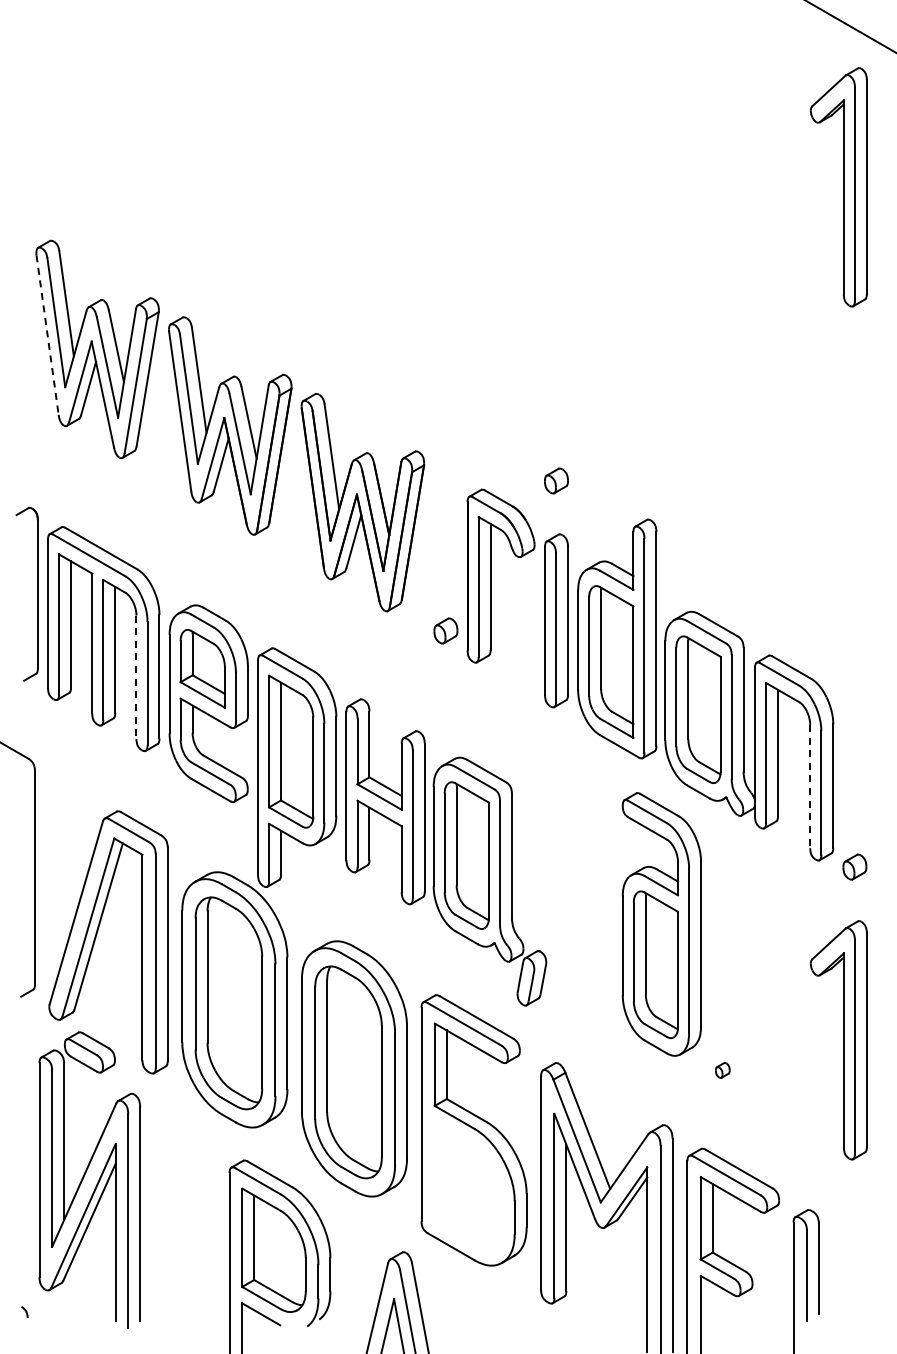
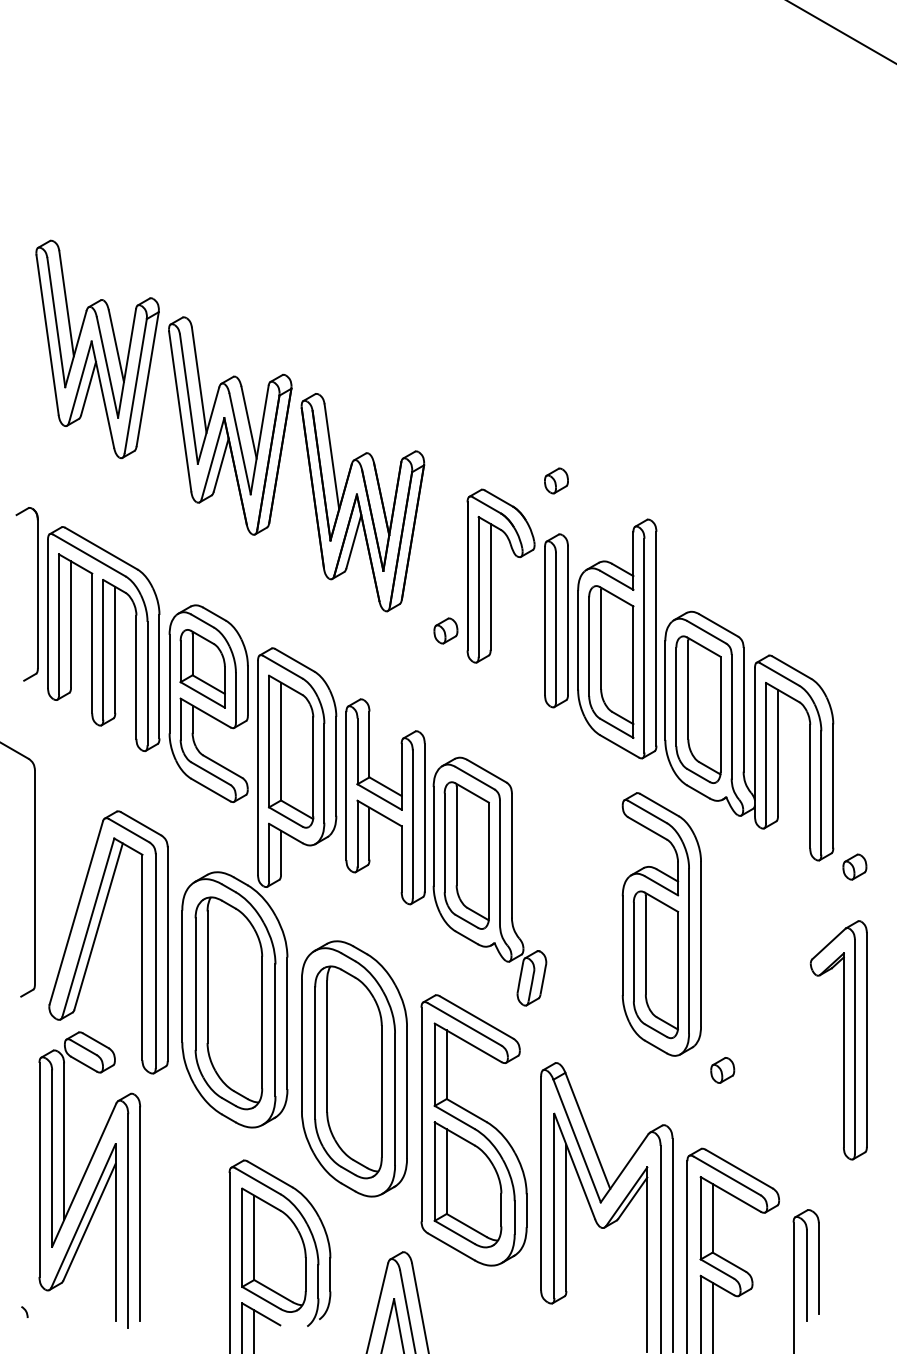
line at (850, 26) position: (850, 26) -> (841, 32)
part at (838, 187): present -> none
line at (47, 335): dashed -> solid
line at (136, 677): dashed -> solid
line at (810, 786): dashed -> solid
part at (722, 1070) size: 16x17 px -> 26x27 px
part at (467, 1184): none -> present
line at (712, 1316): none -> present
line at (254, 1330): none -> present
